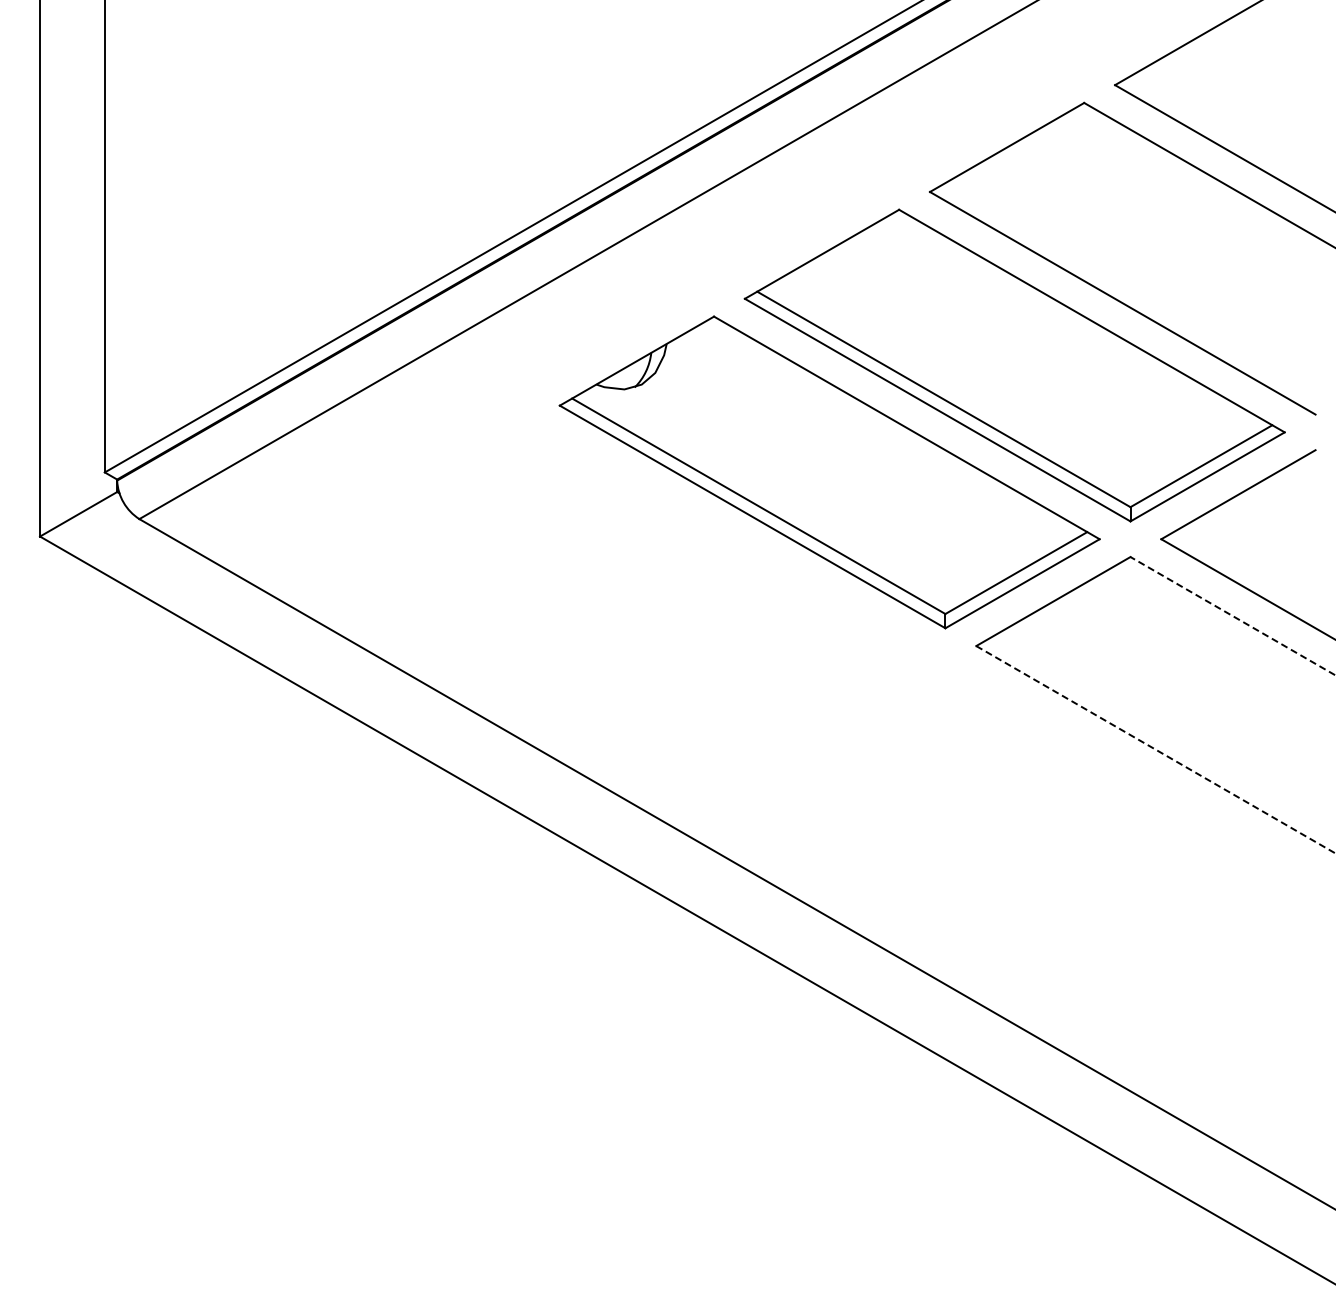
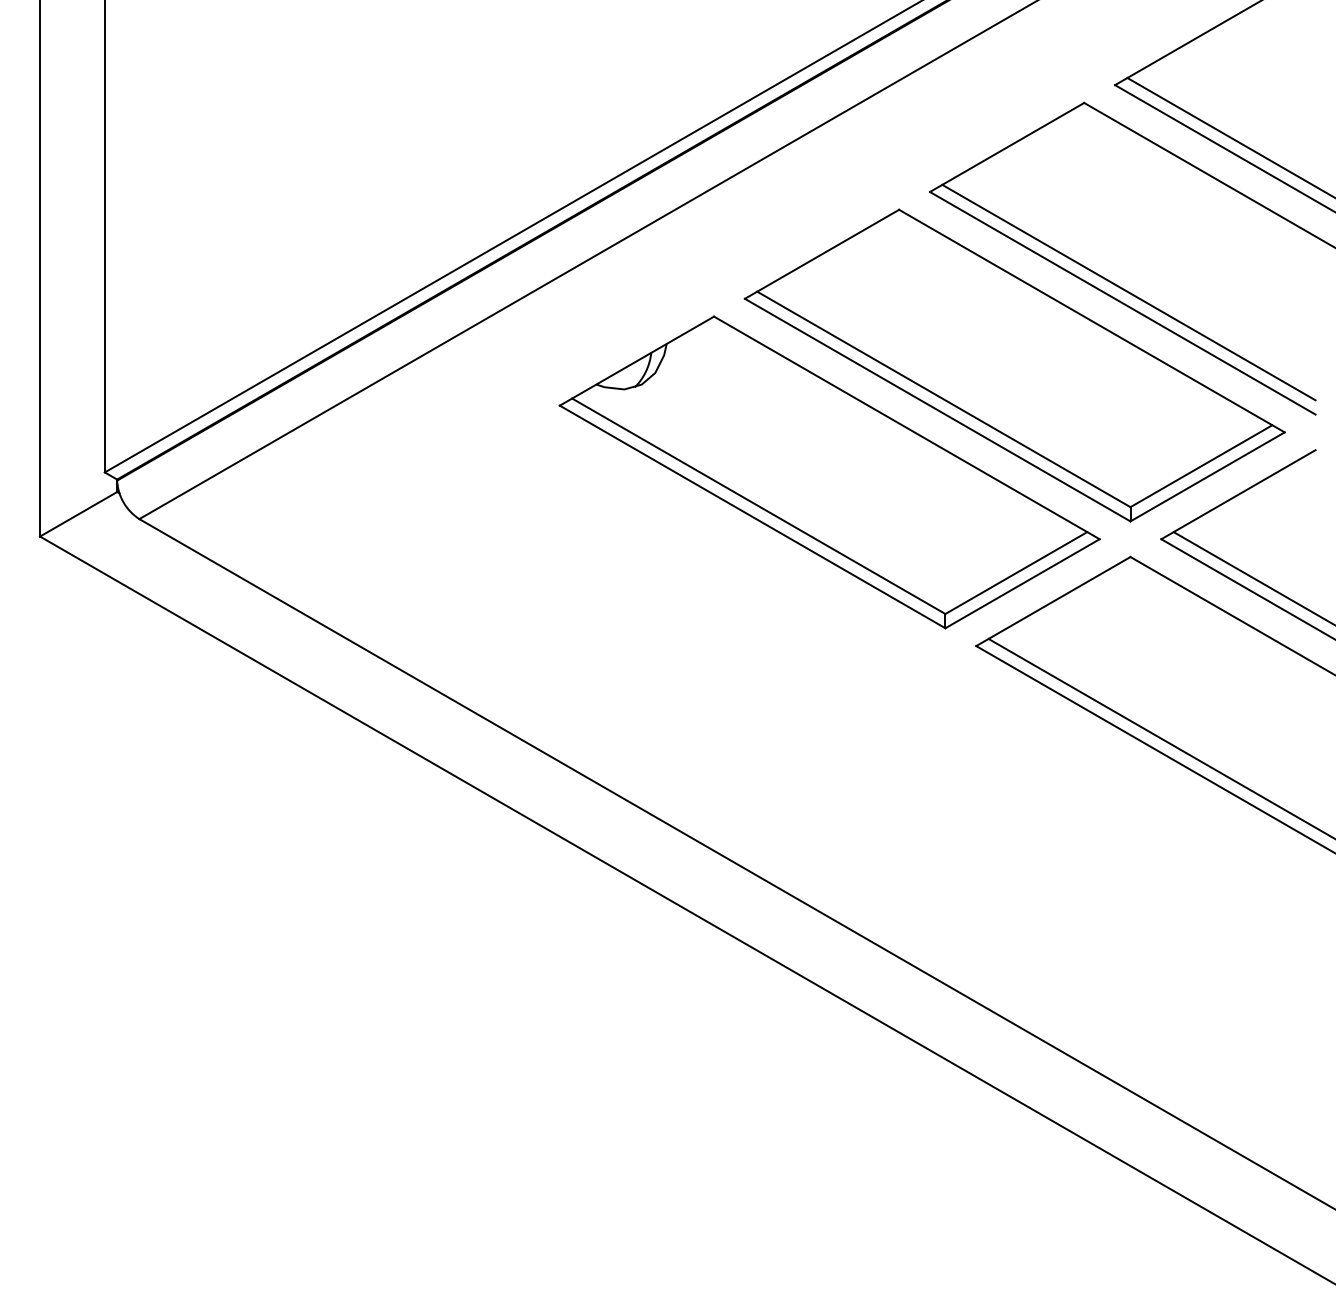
line at (1229, 137): none -> present
line at (1128, 292): none -> present
line at (1252, 577): none -> present
line at (1232, 615): dashed -> solid
line at (1160, 737): none -> present
line at (1156, 749): dashed -> solid
